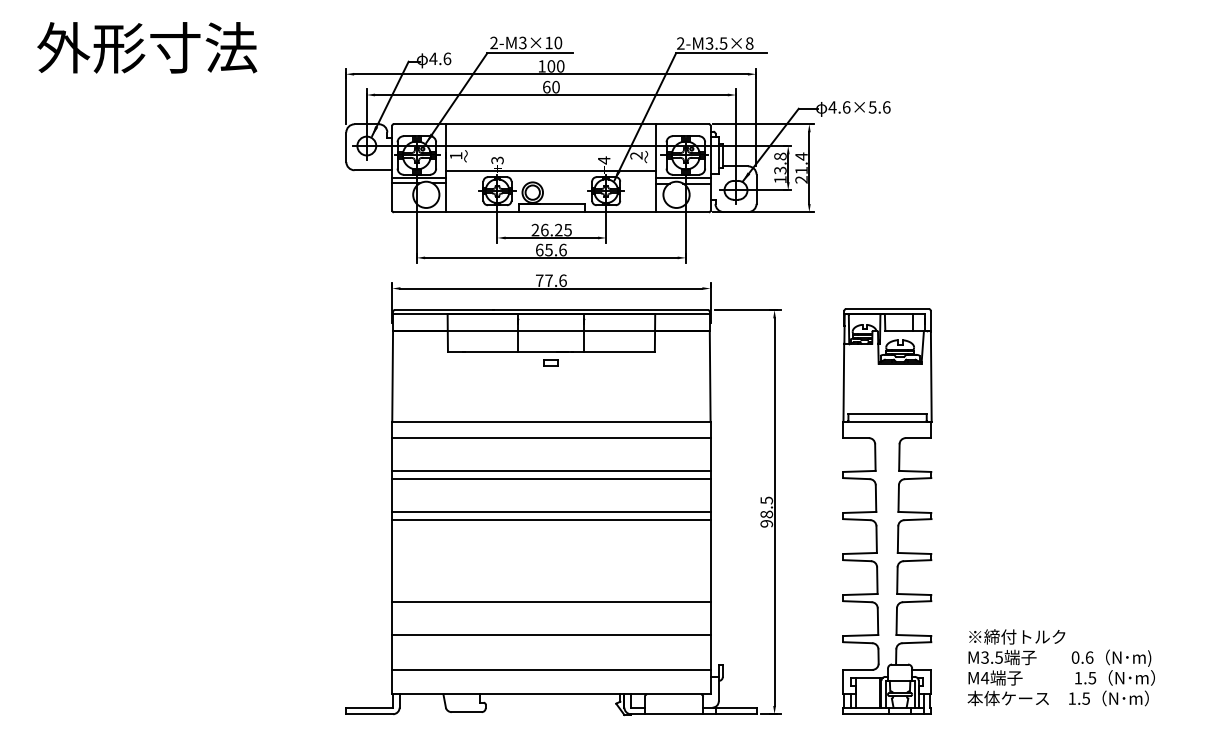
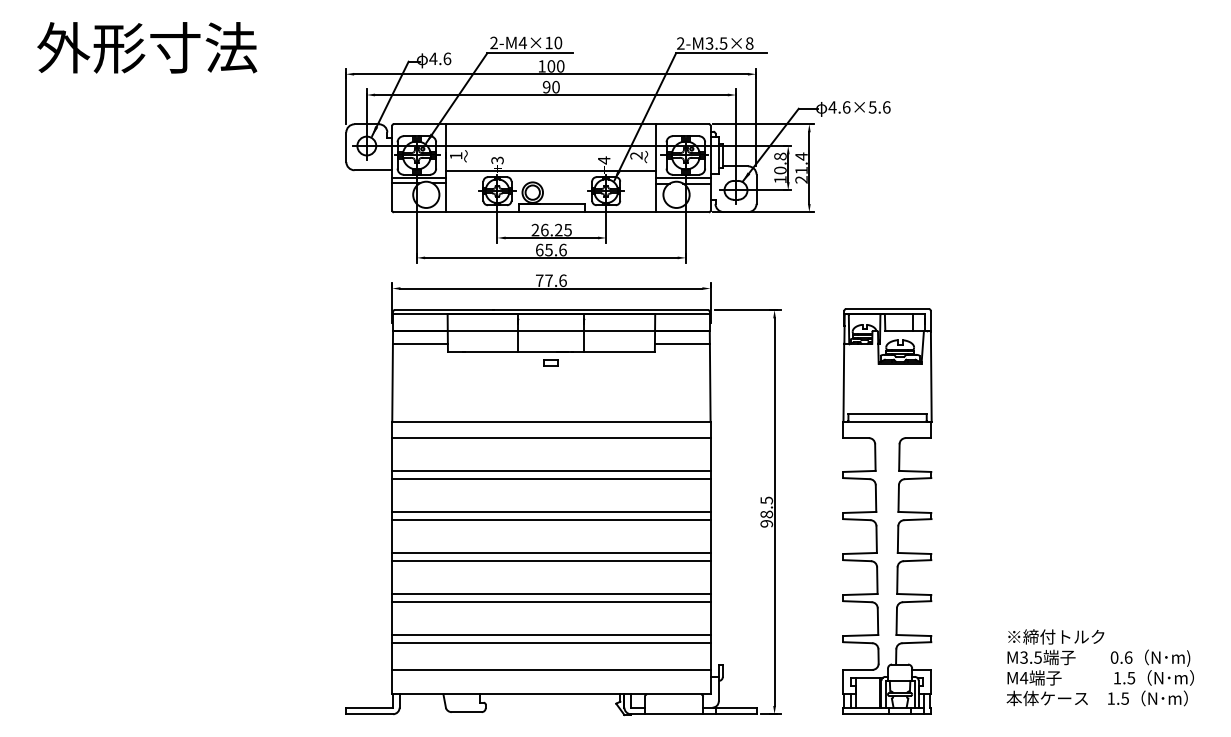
text at (522, 42): 2-M3×10 -> 2-M4×10
text at (546, 86): 60 -> 90
text at (780, 170): 13.8 -> 10.8
line at (419, 343): none -> present
line at (681, 343): none -> present
line at (551, 552): none -> present
line at (551, 561): none -> present
line at (551, 593): none -> present
line at (551, 643): none -> present
text at (1060, 667) position: (1060, 667) -> (1099, 667)
